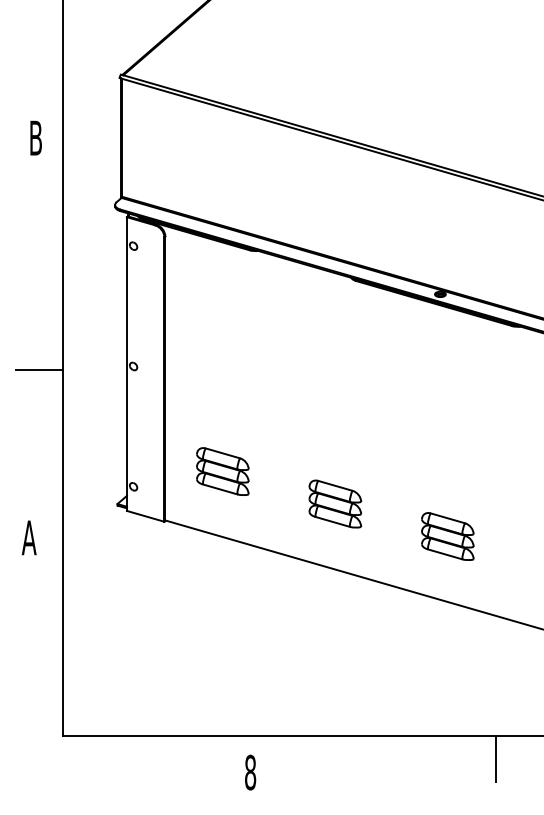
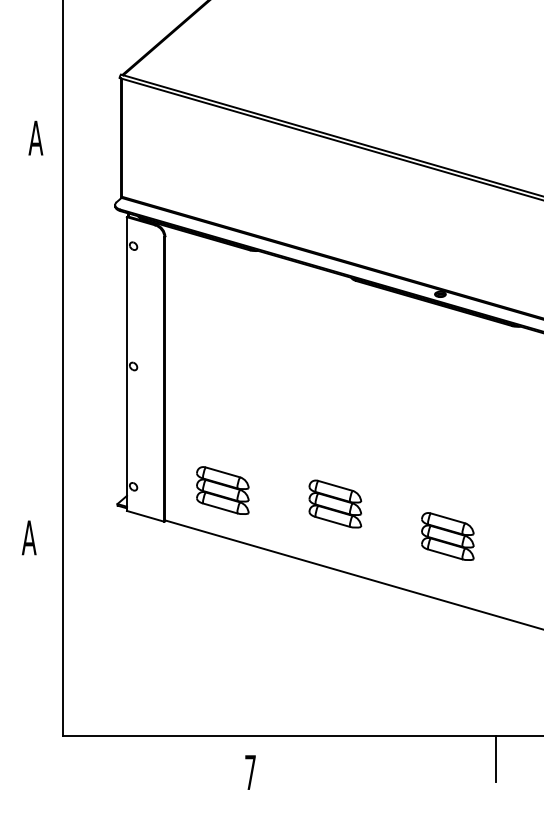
text at (35, 137): B -> A
line at (39, 370): present -> none
part at (222, 471) position: (222, 471) -> (222, 490)
text at (250, 772): 8 -> 7
